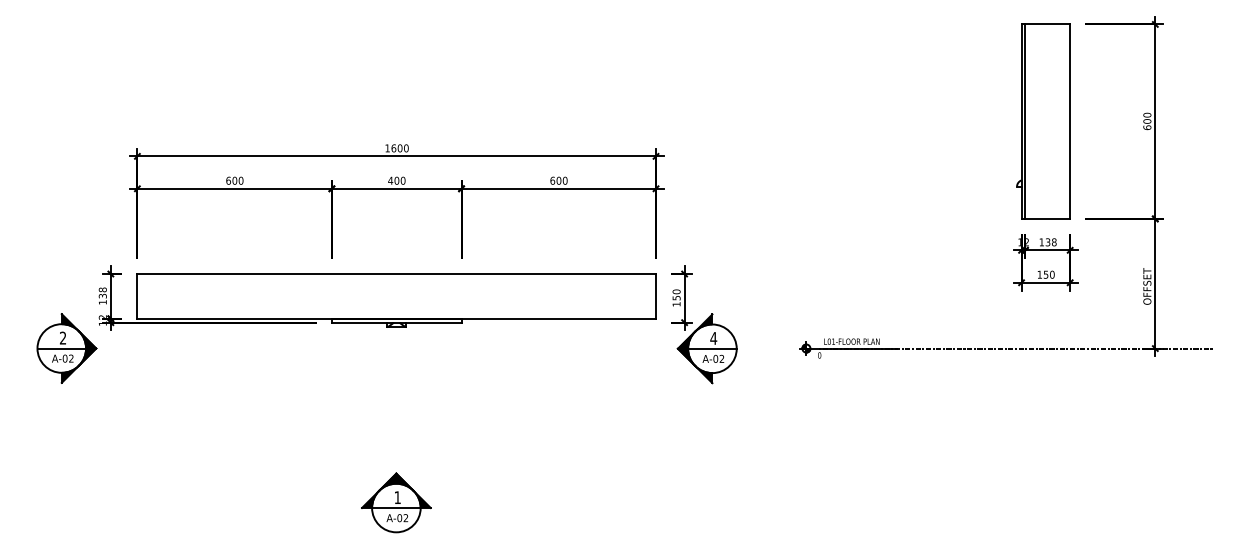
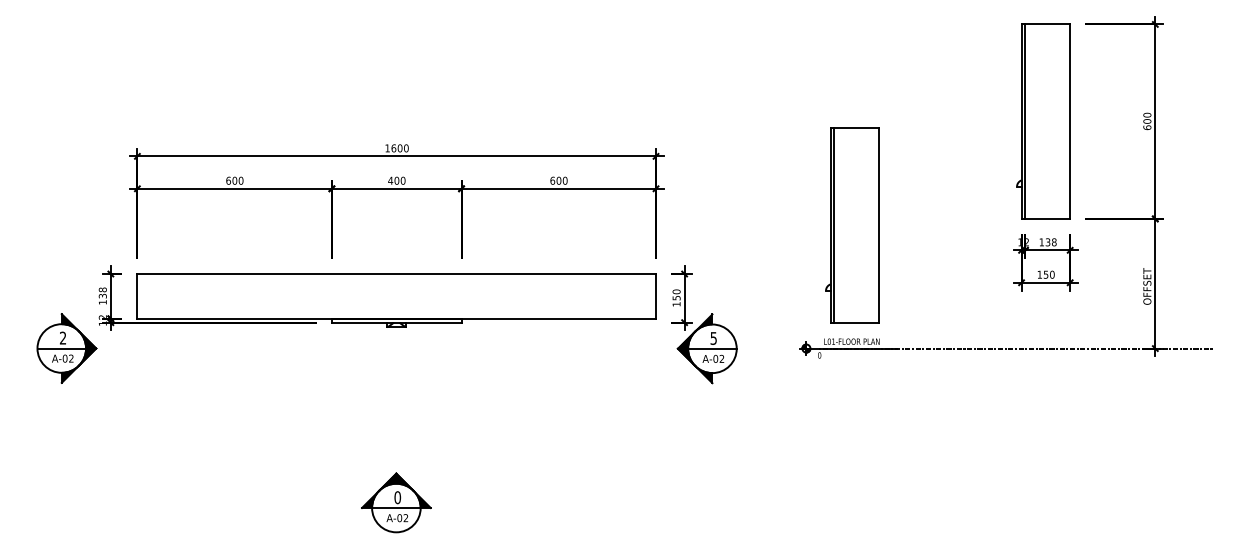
part at (852, 225): none -> present
text at (713, 338): 4 -> 5
text at (397, 497): 1 -> 0
